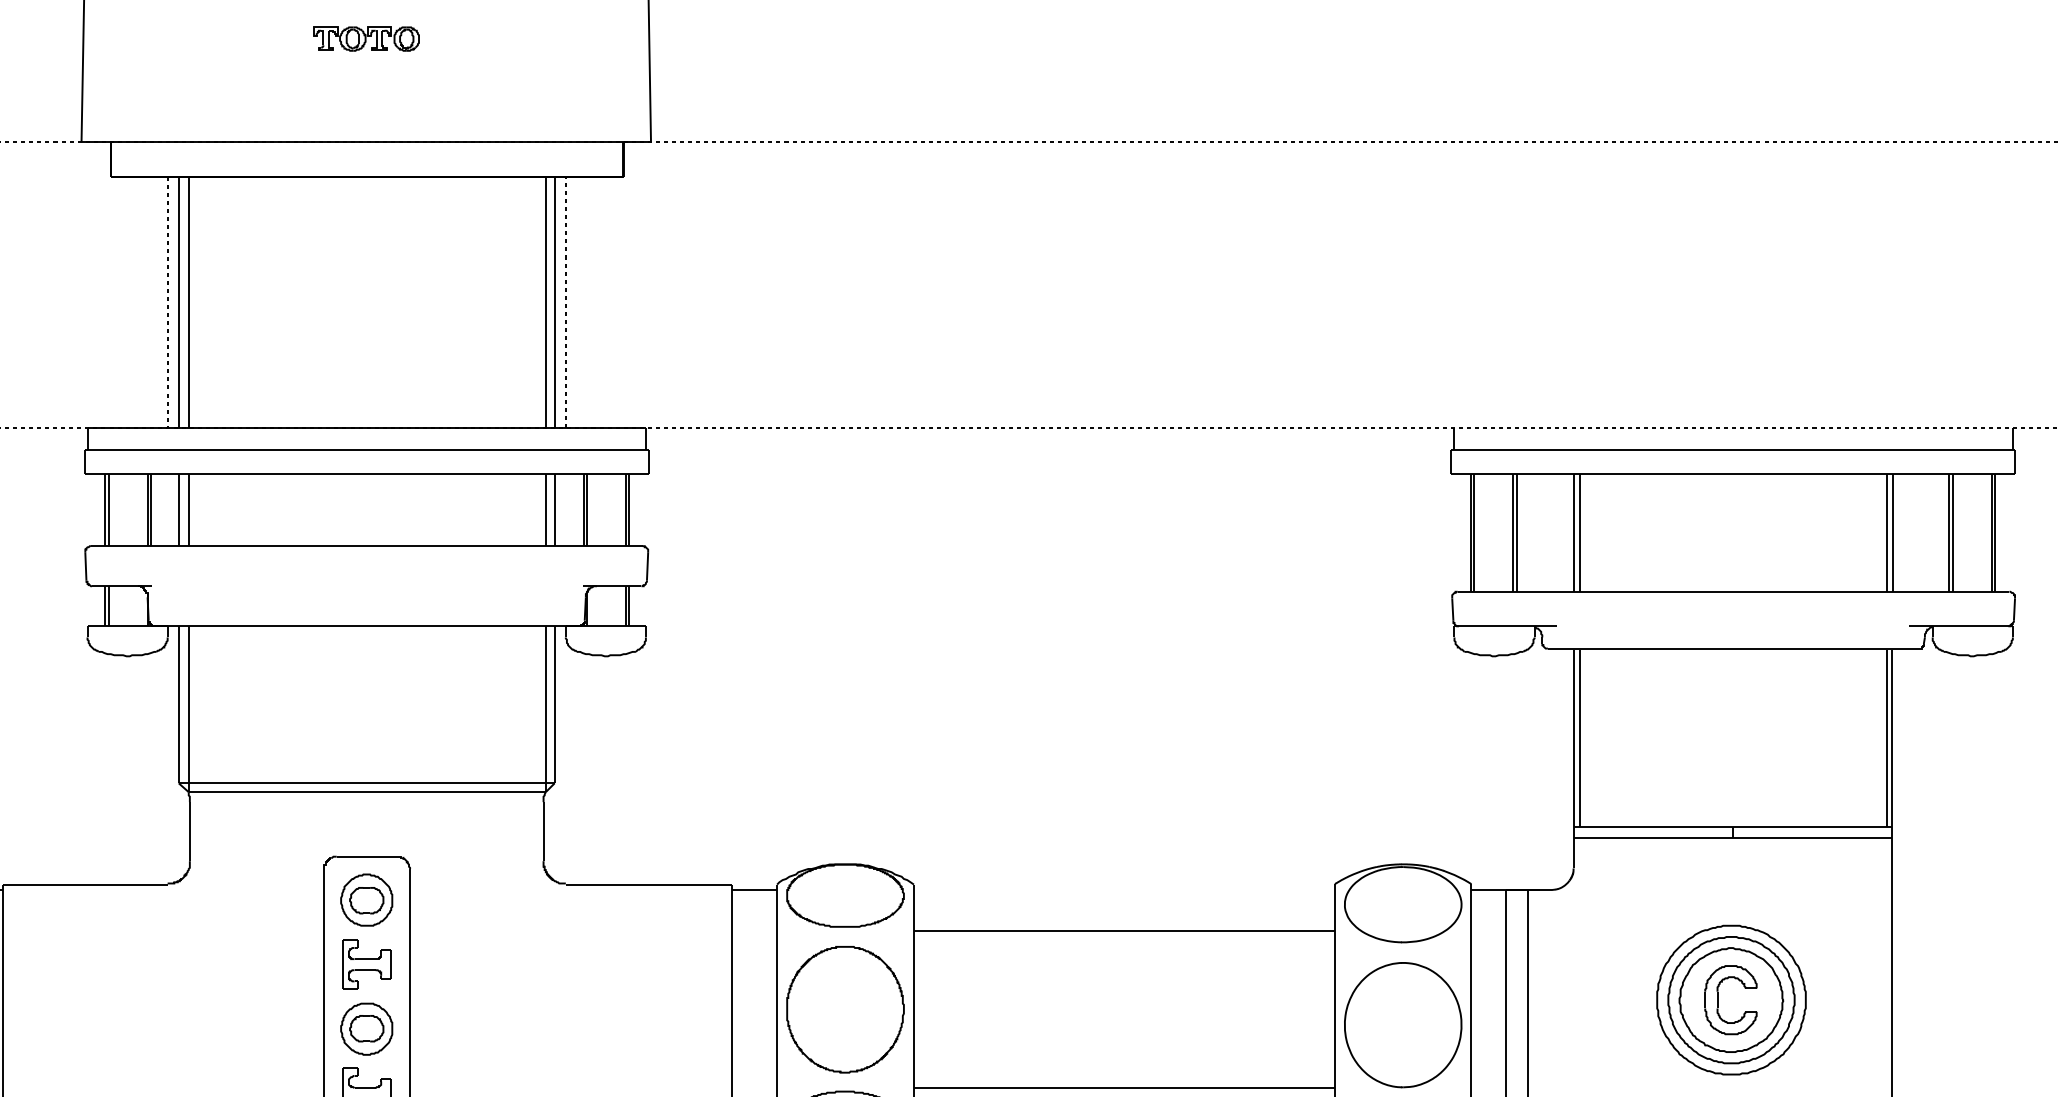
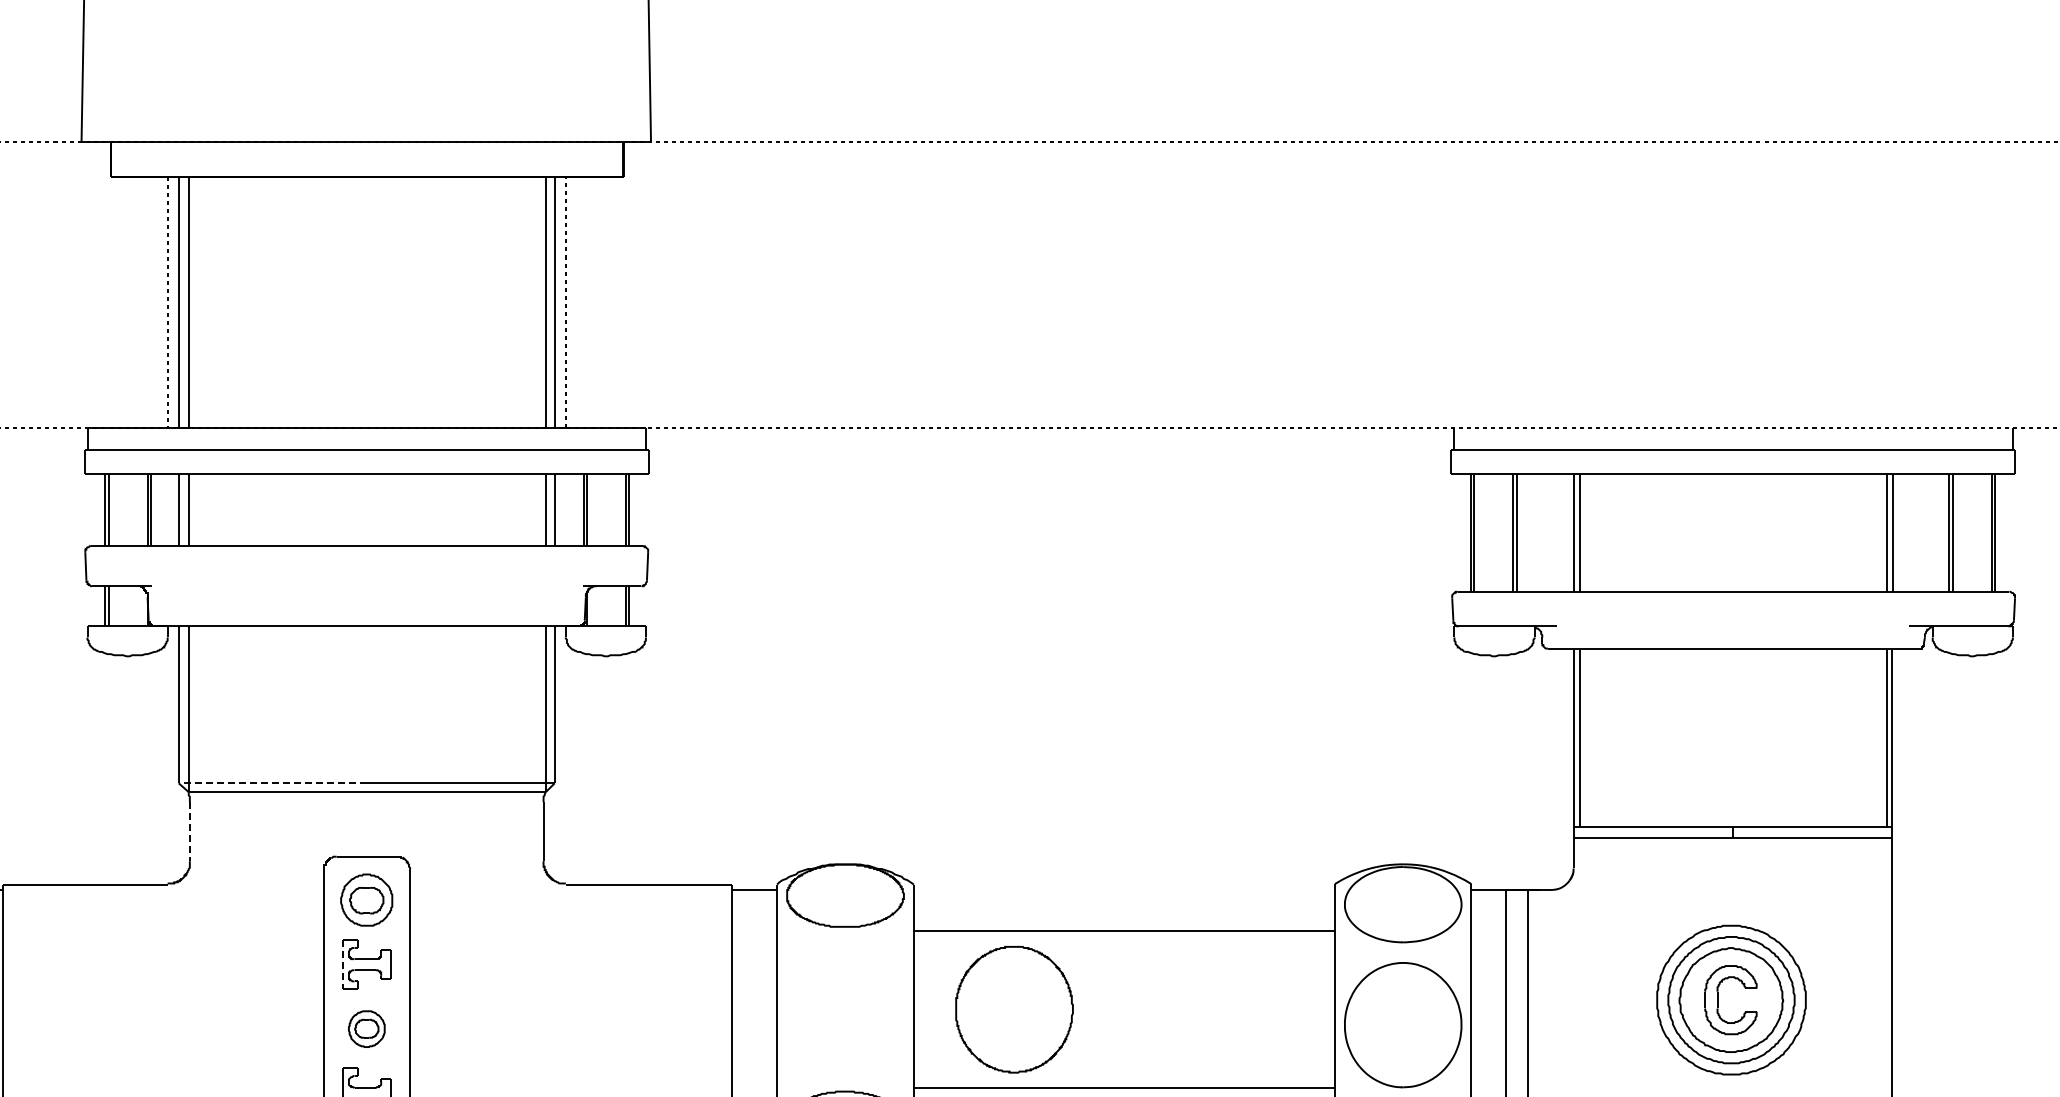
part at (366, 38): present -> none
line at (272, 783): solid -> dashed
line at (189, 831): solid -> dashed
line at (343, 965): solid -> dashed
part at (845, 1009) position: (845, 1009) -> (1014, 1009)
part at (366, 1028) size: 54x54 px -> 38x38 px
